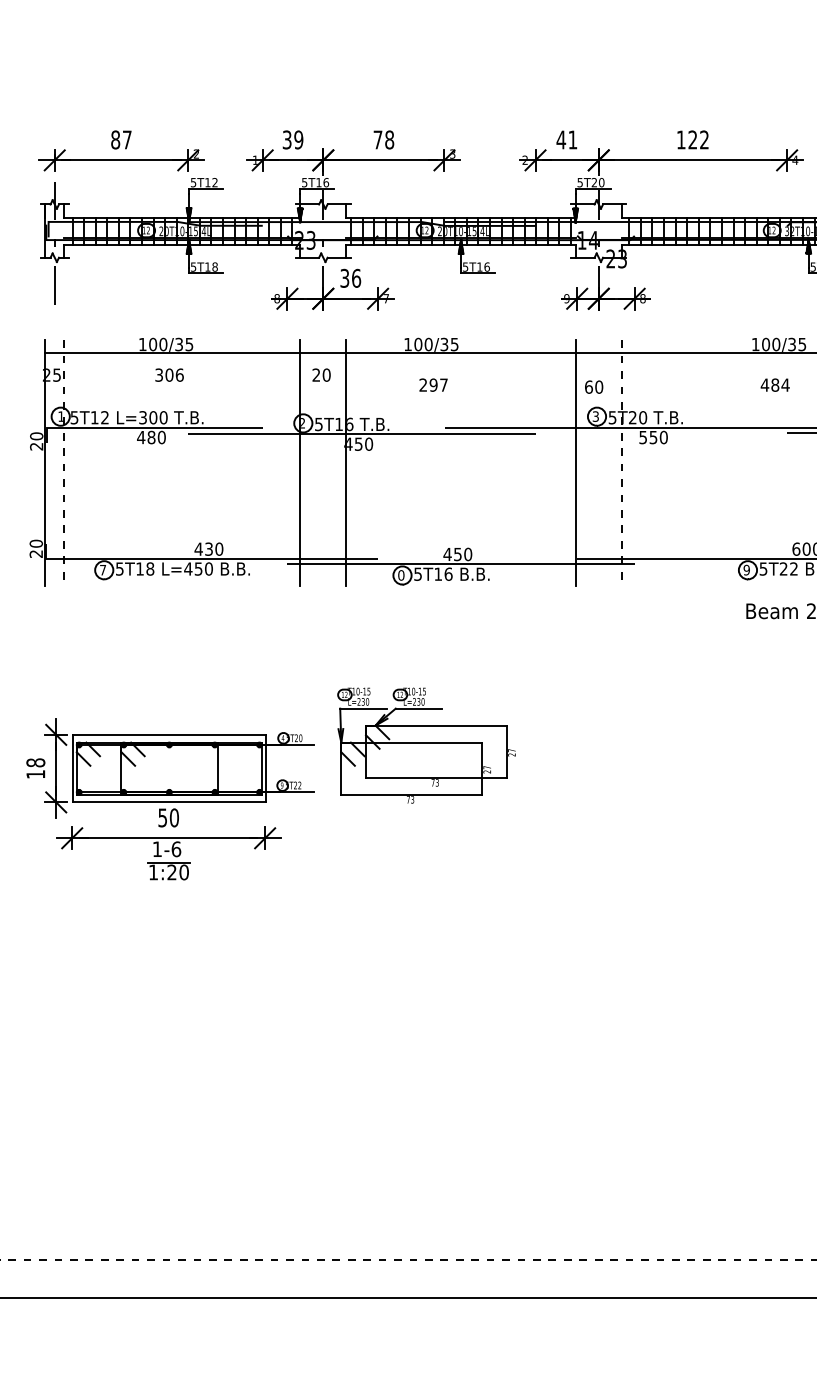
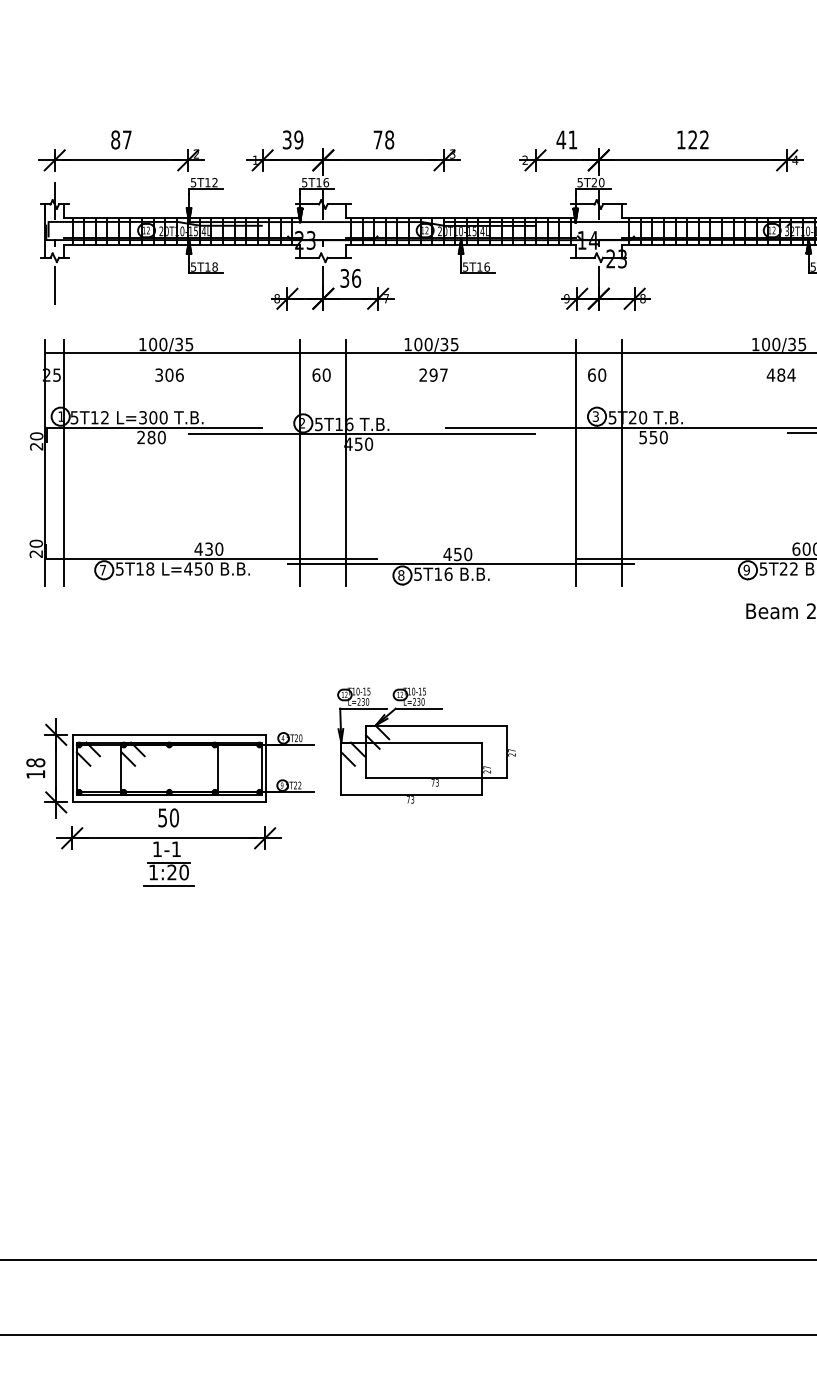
text at (316, 374): 20 -> 60
text at (433, 384) position: (433, 384) -> (433, 374)
text at (774, 384) position: (774, 384) -> (780, 374)
text at (594, 386) position: (594, 386) -> (597, 374)
text at (141, 437): 480 -> 280
line at (64, 462): dashed -> solid
line at (621, 462): dashed -> solid
text at (401, 575): 0 -> 8
text at (176, 849): 1-6 -> 1-1
line at (169, 885): none -> present
line at (408, 1260): dashed -> solid
line at (407, 1297) position: (407, 1297) -> (407, 1334)
